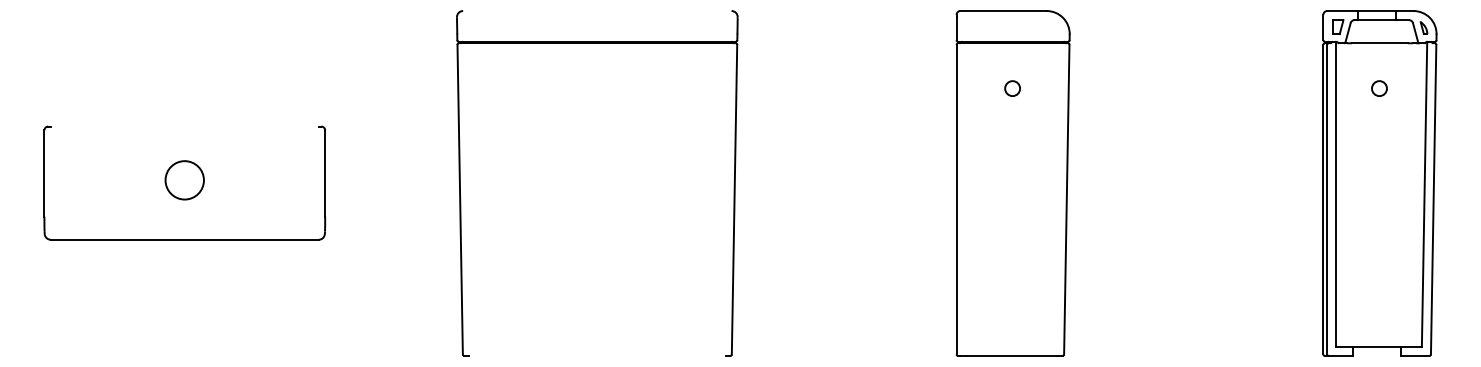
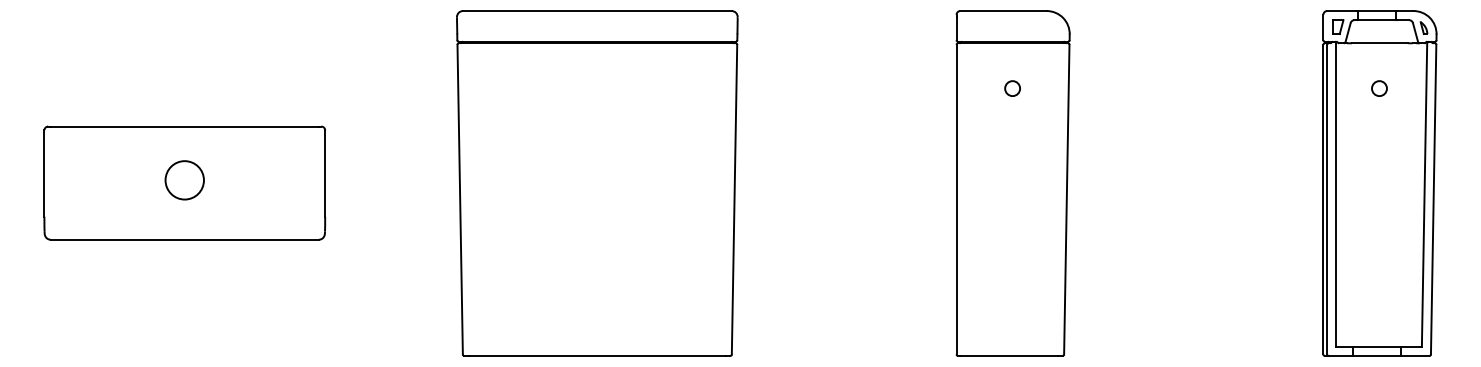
line at (597, 11): none -> present
line at (184, 126): none -> present
line at (597, 355): none -> present
line at (1376, 355): none -> present
